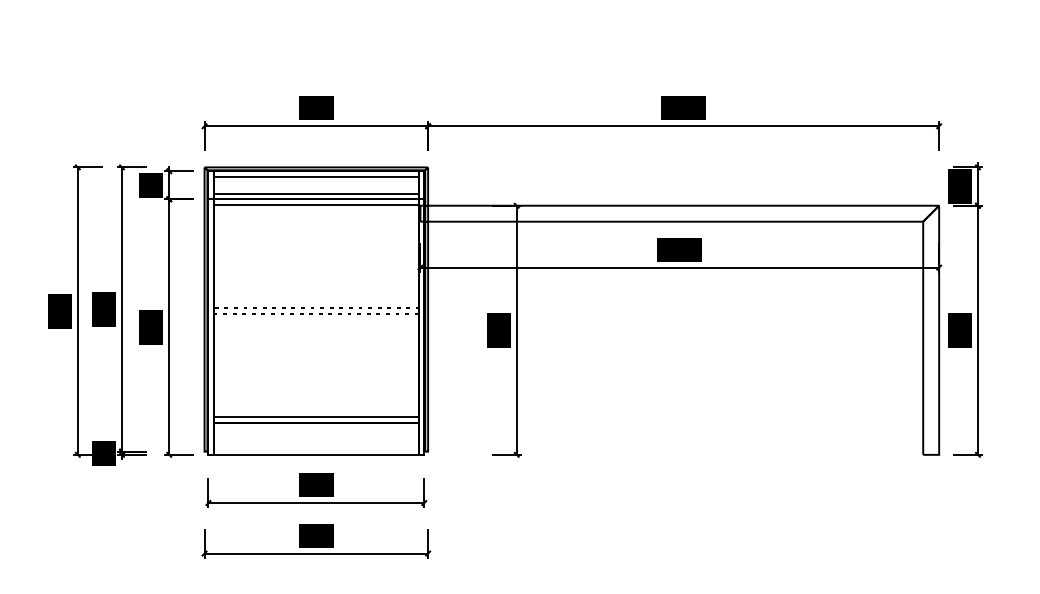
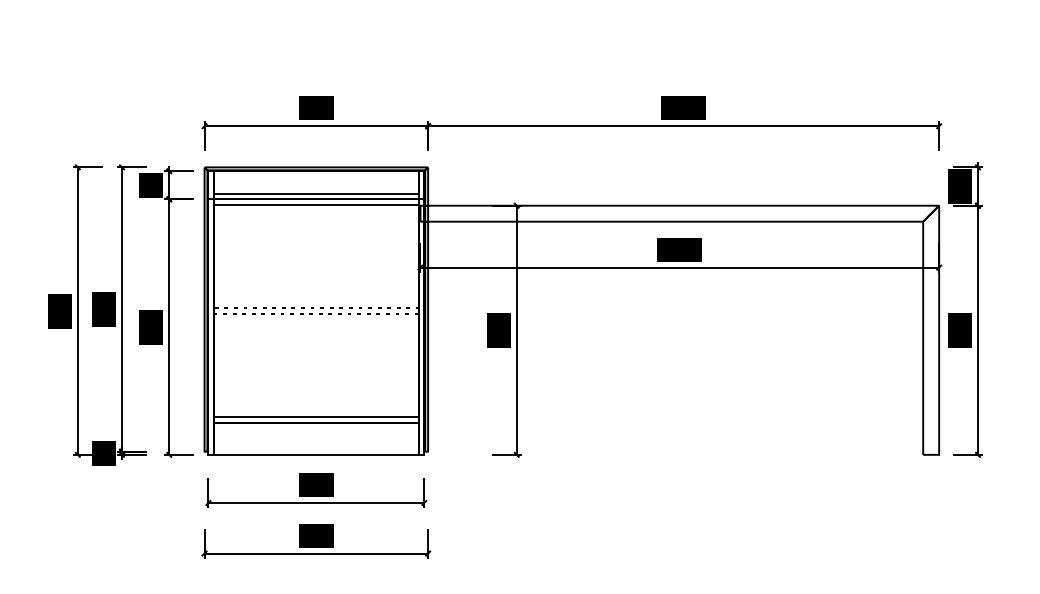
line at (316, 176): present -> none
